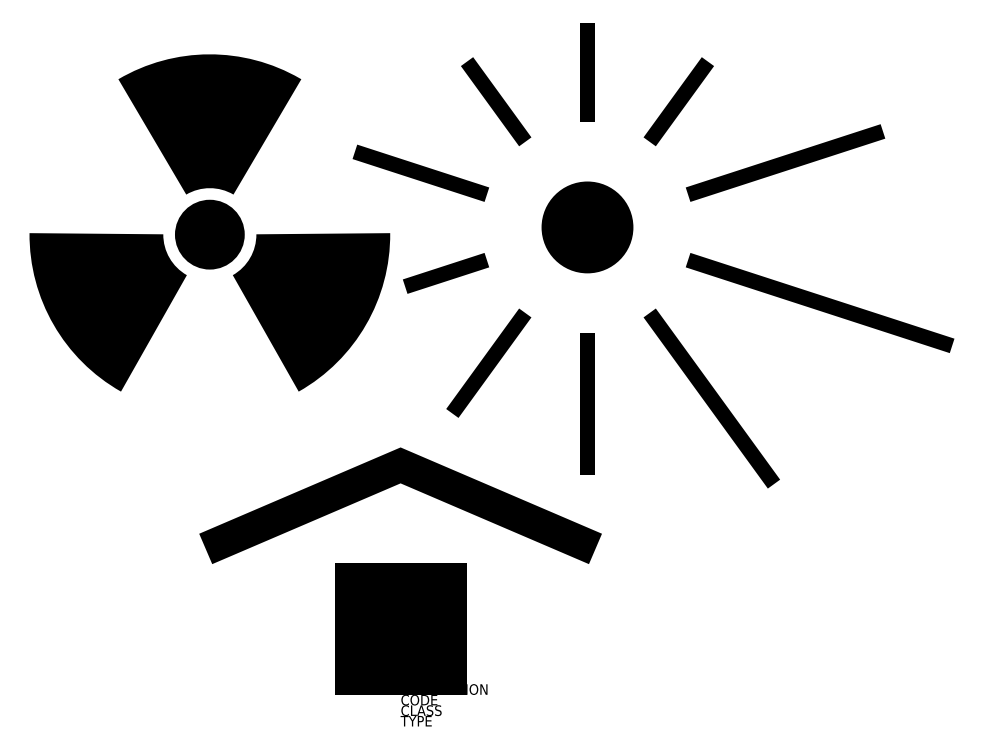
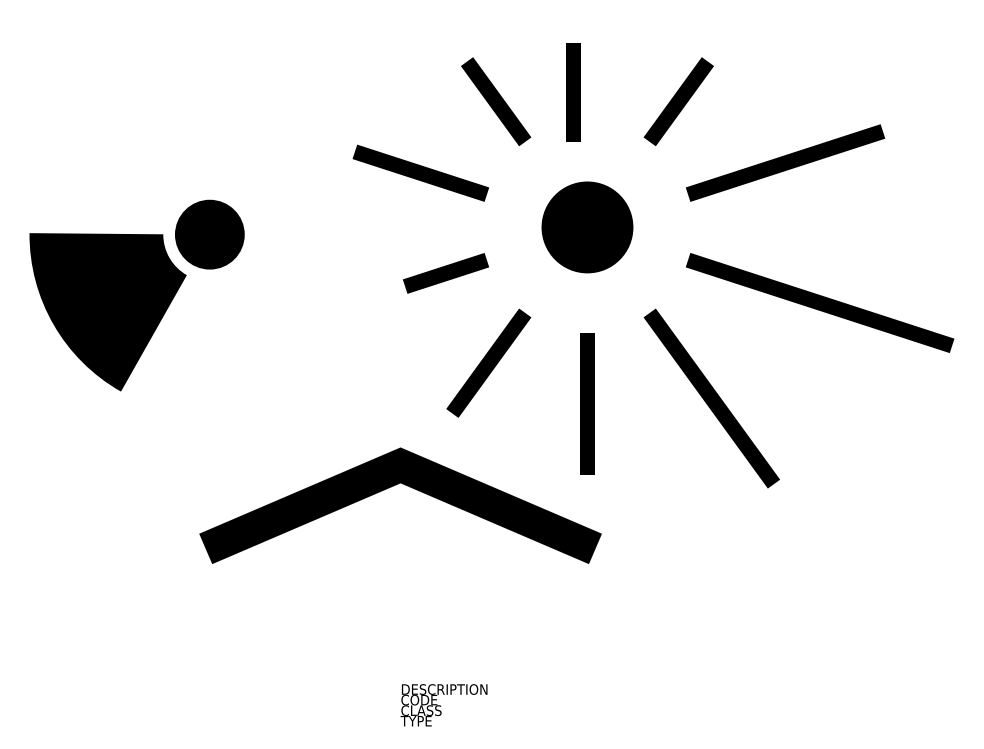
line at (587, 72) position: (587, 72) -> (573, 92)
fill at (209, 124): present -> none
part at (311, 312): present -> none
fill at (400, 628): present -> none
